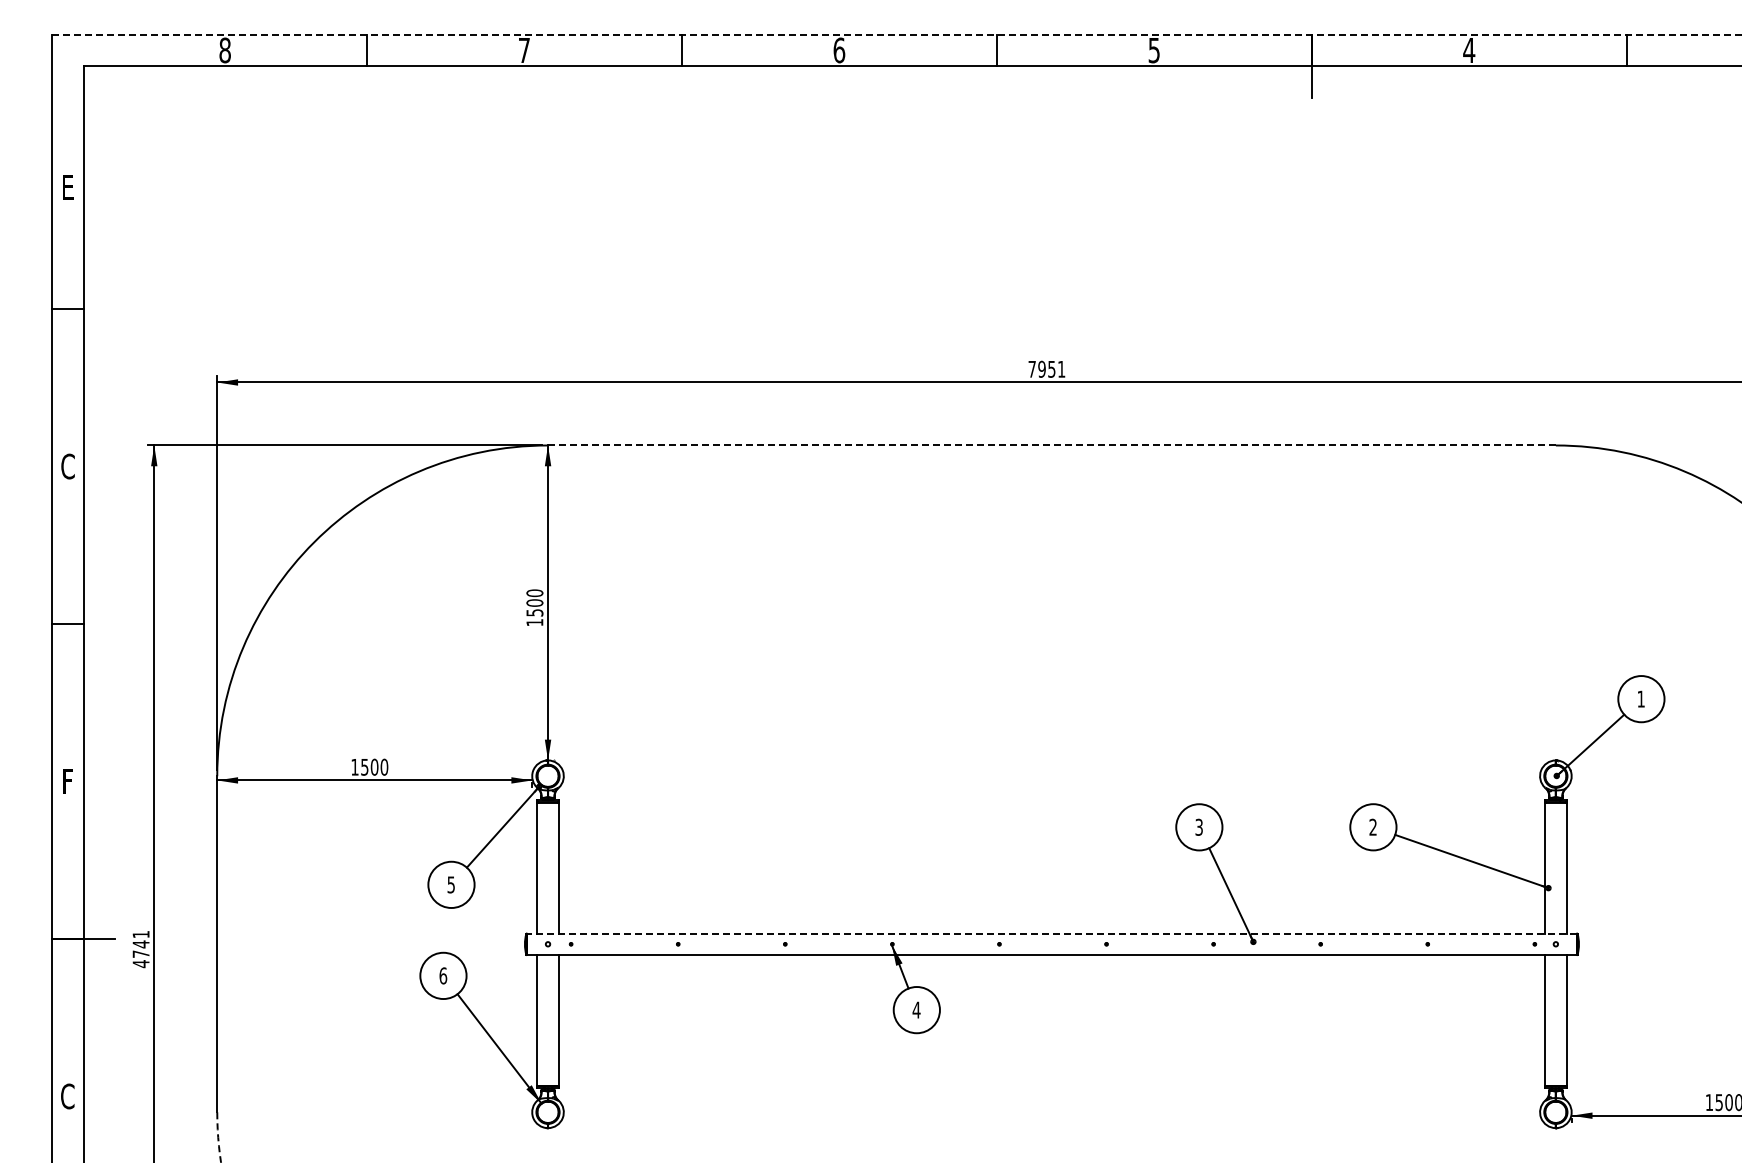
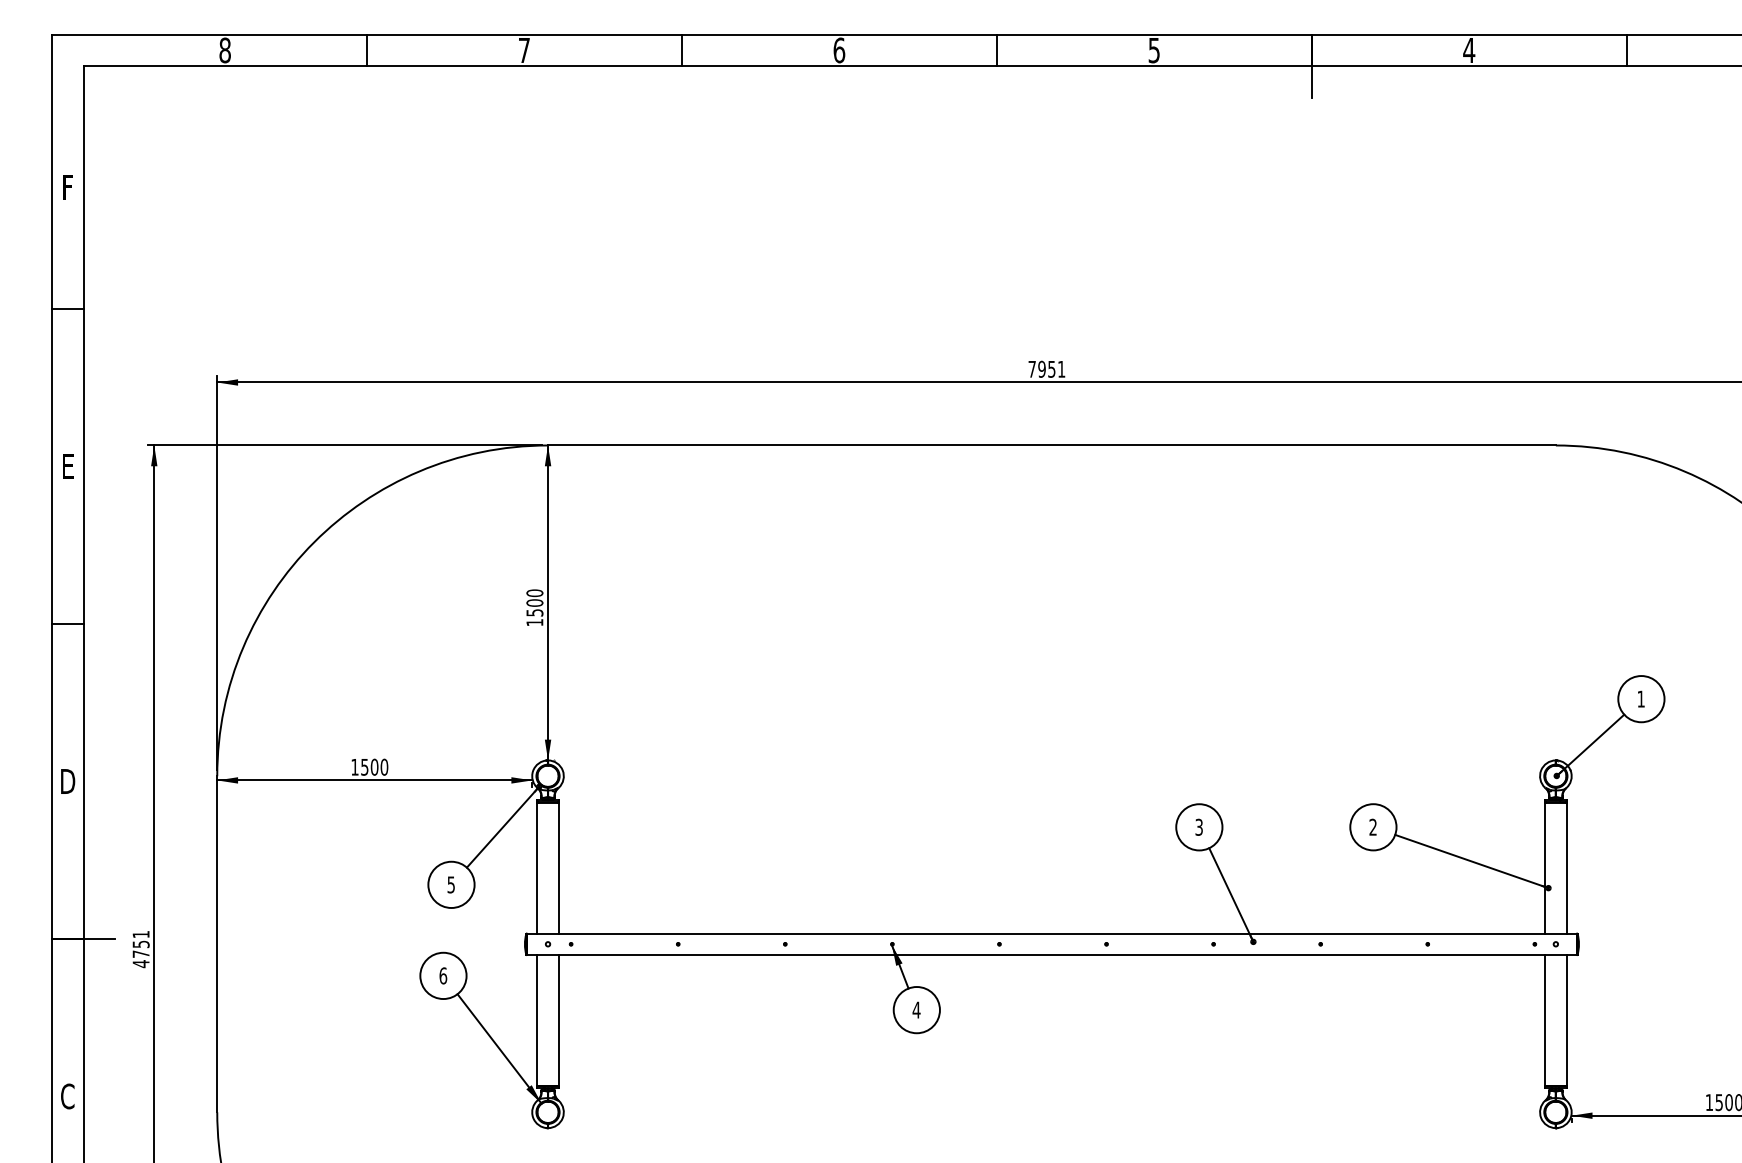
line at (897, 34): dashed -> solid
text at (69, 188): E -> F
line at (1051, 445): dashed -> solid
text at (67, 466): C -> E
text at (68, 781): F -> D
line at (1051, 933): dashed -> solid
text at (140, 944): 4741 -> 4751
arc at (218, 1138): dashed -> solid
